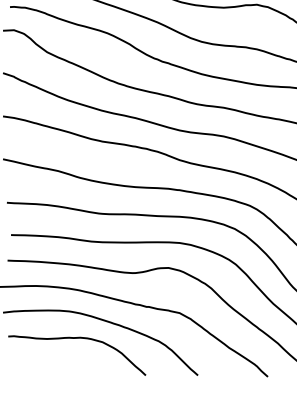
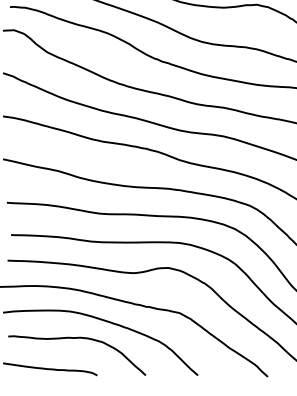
curve at (50, 369): none -> present
